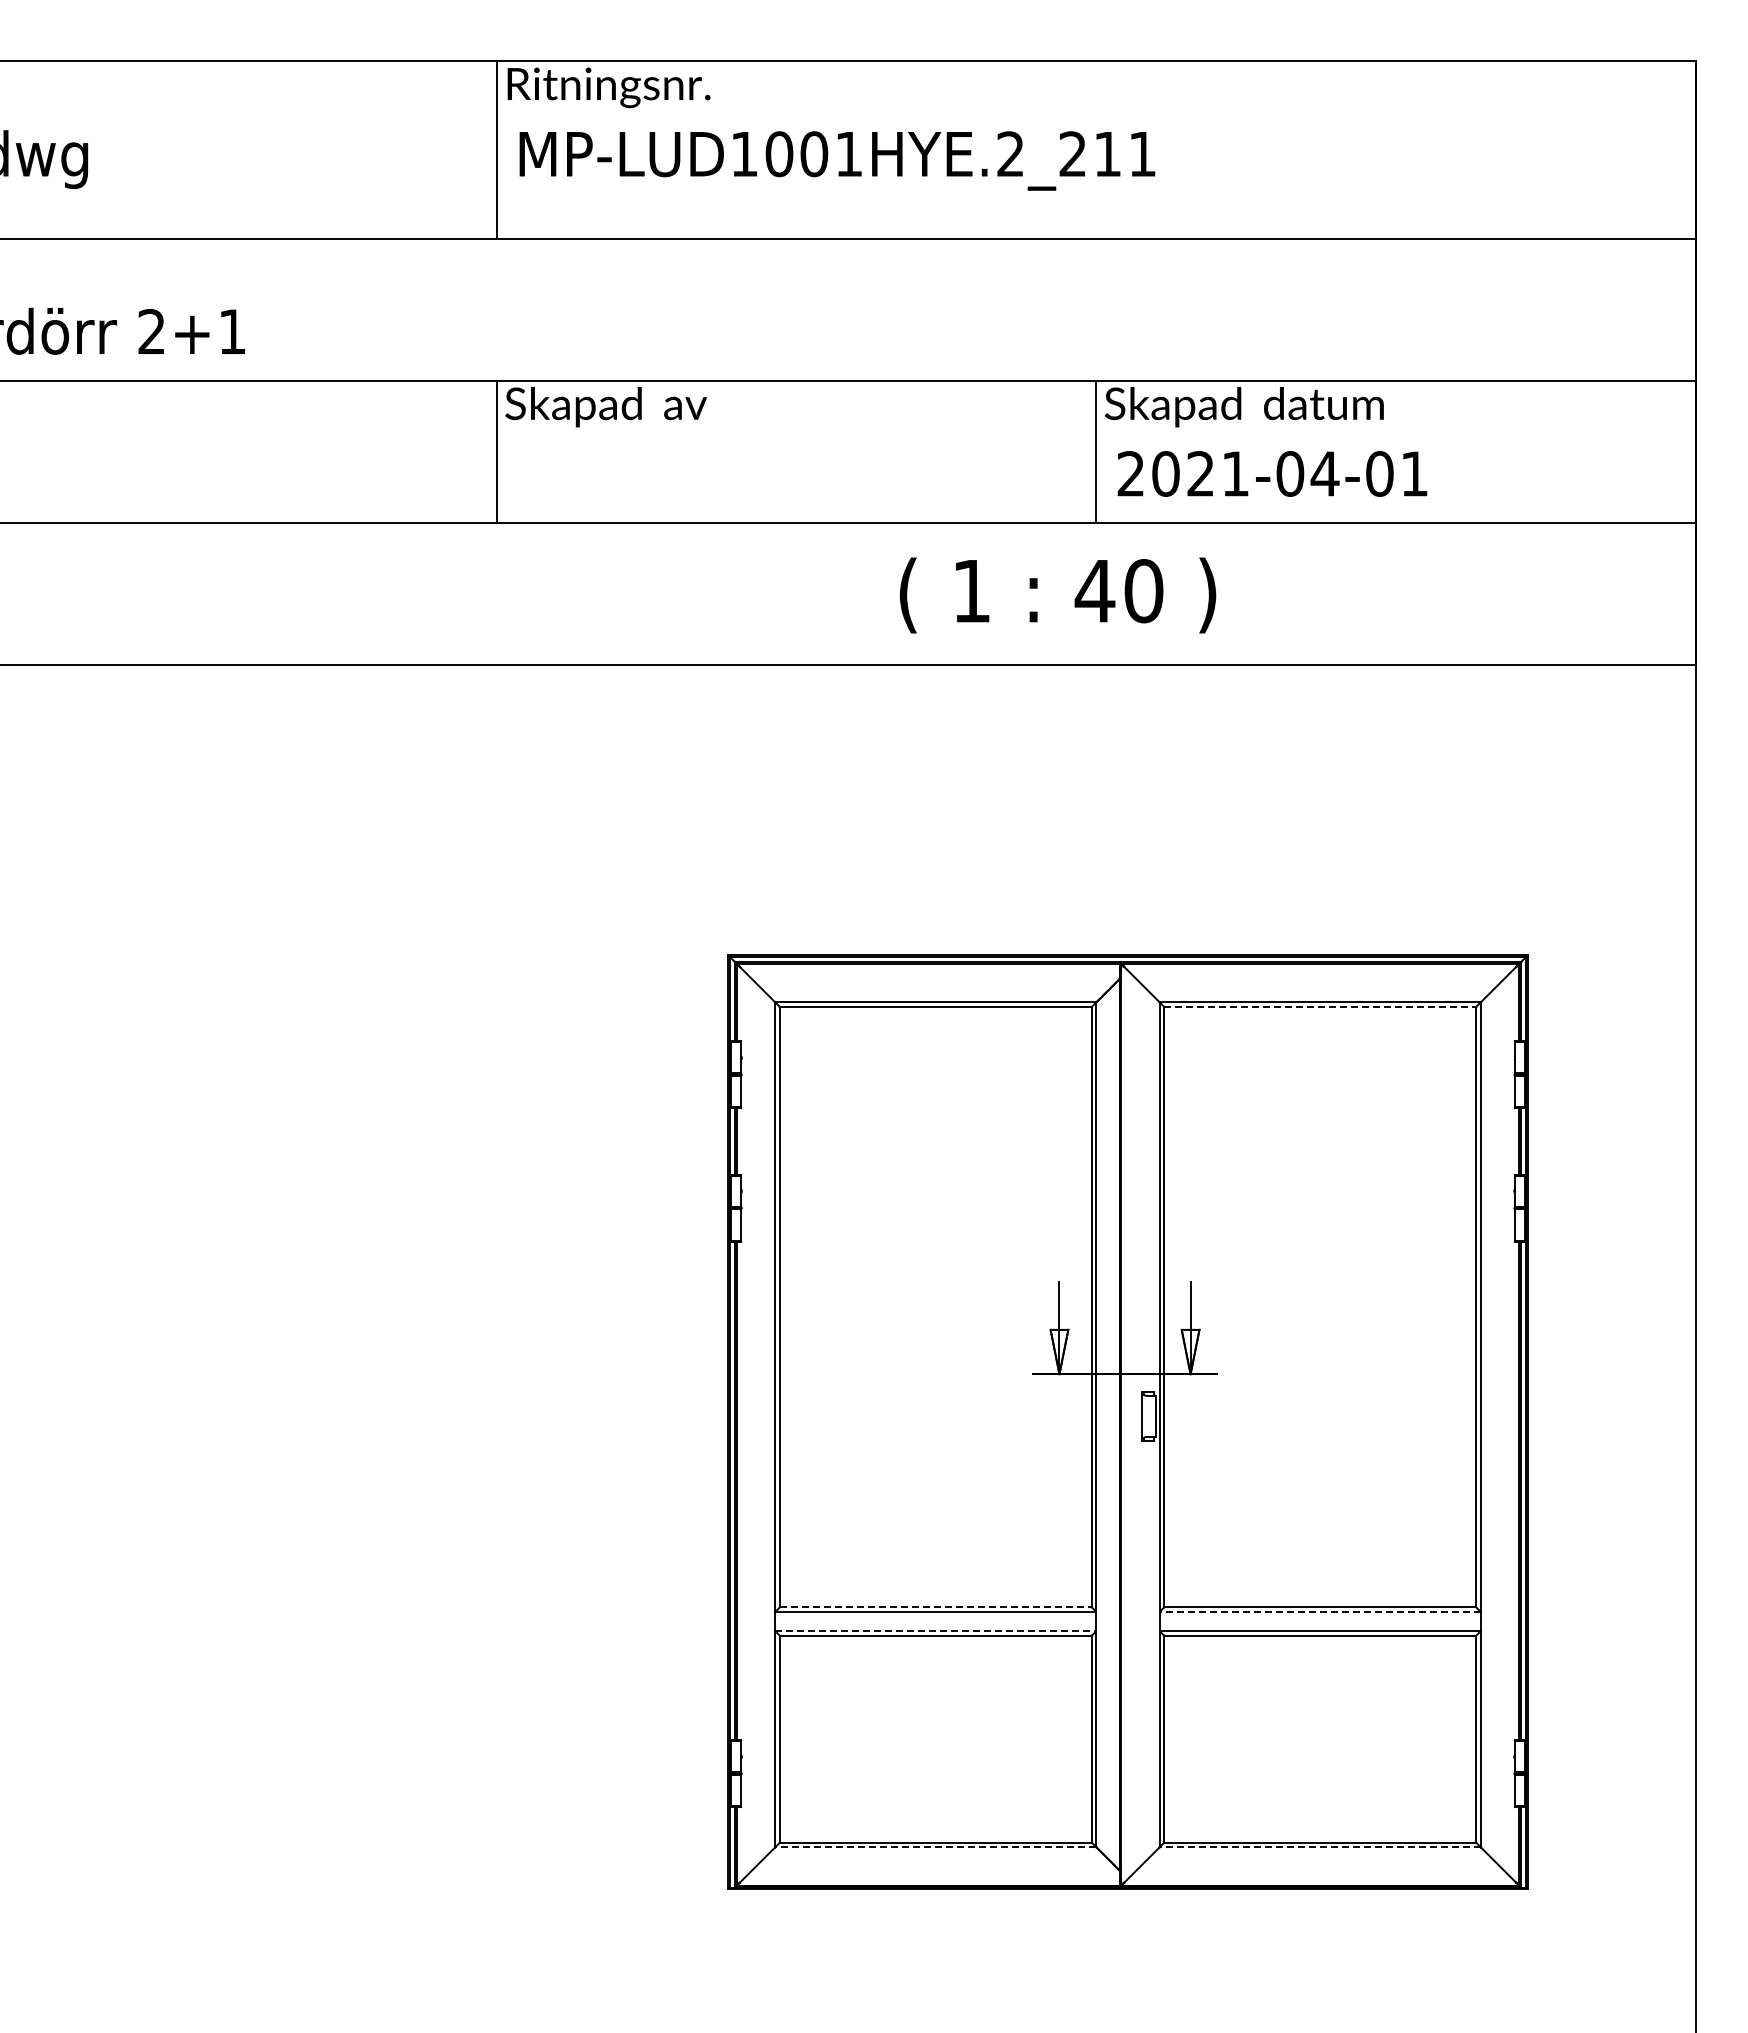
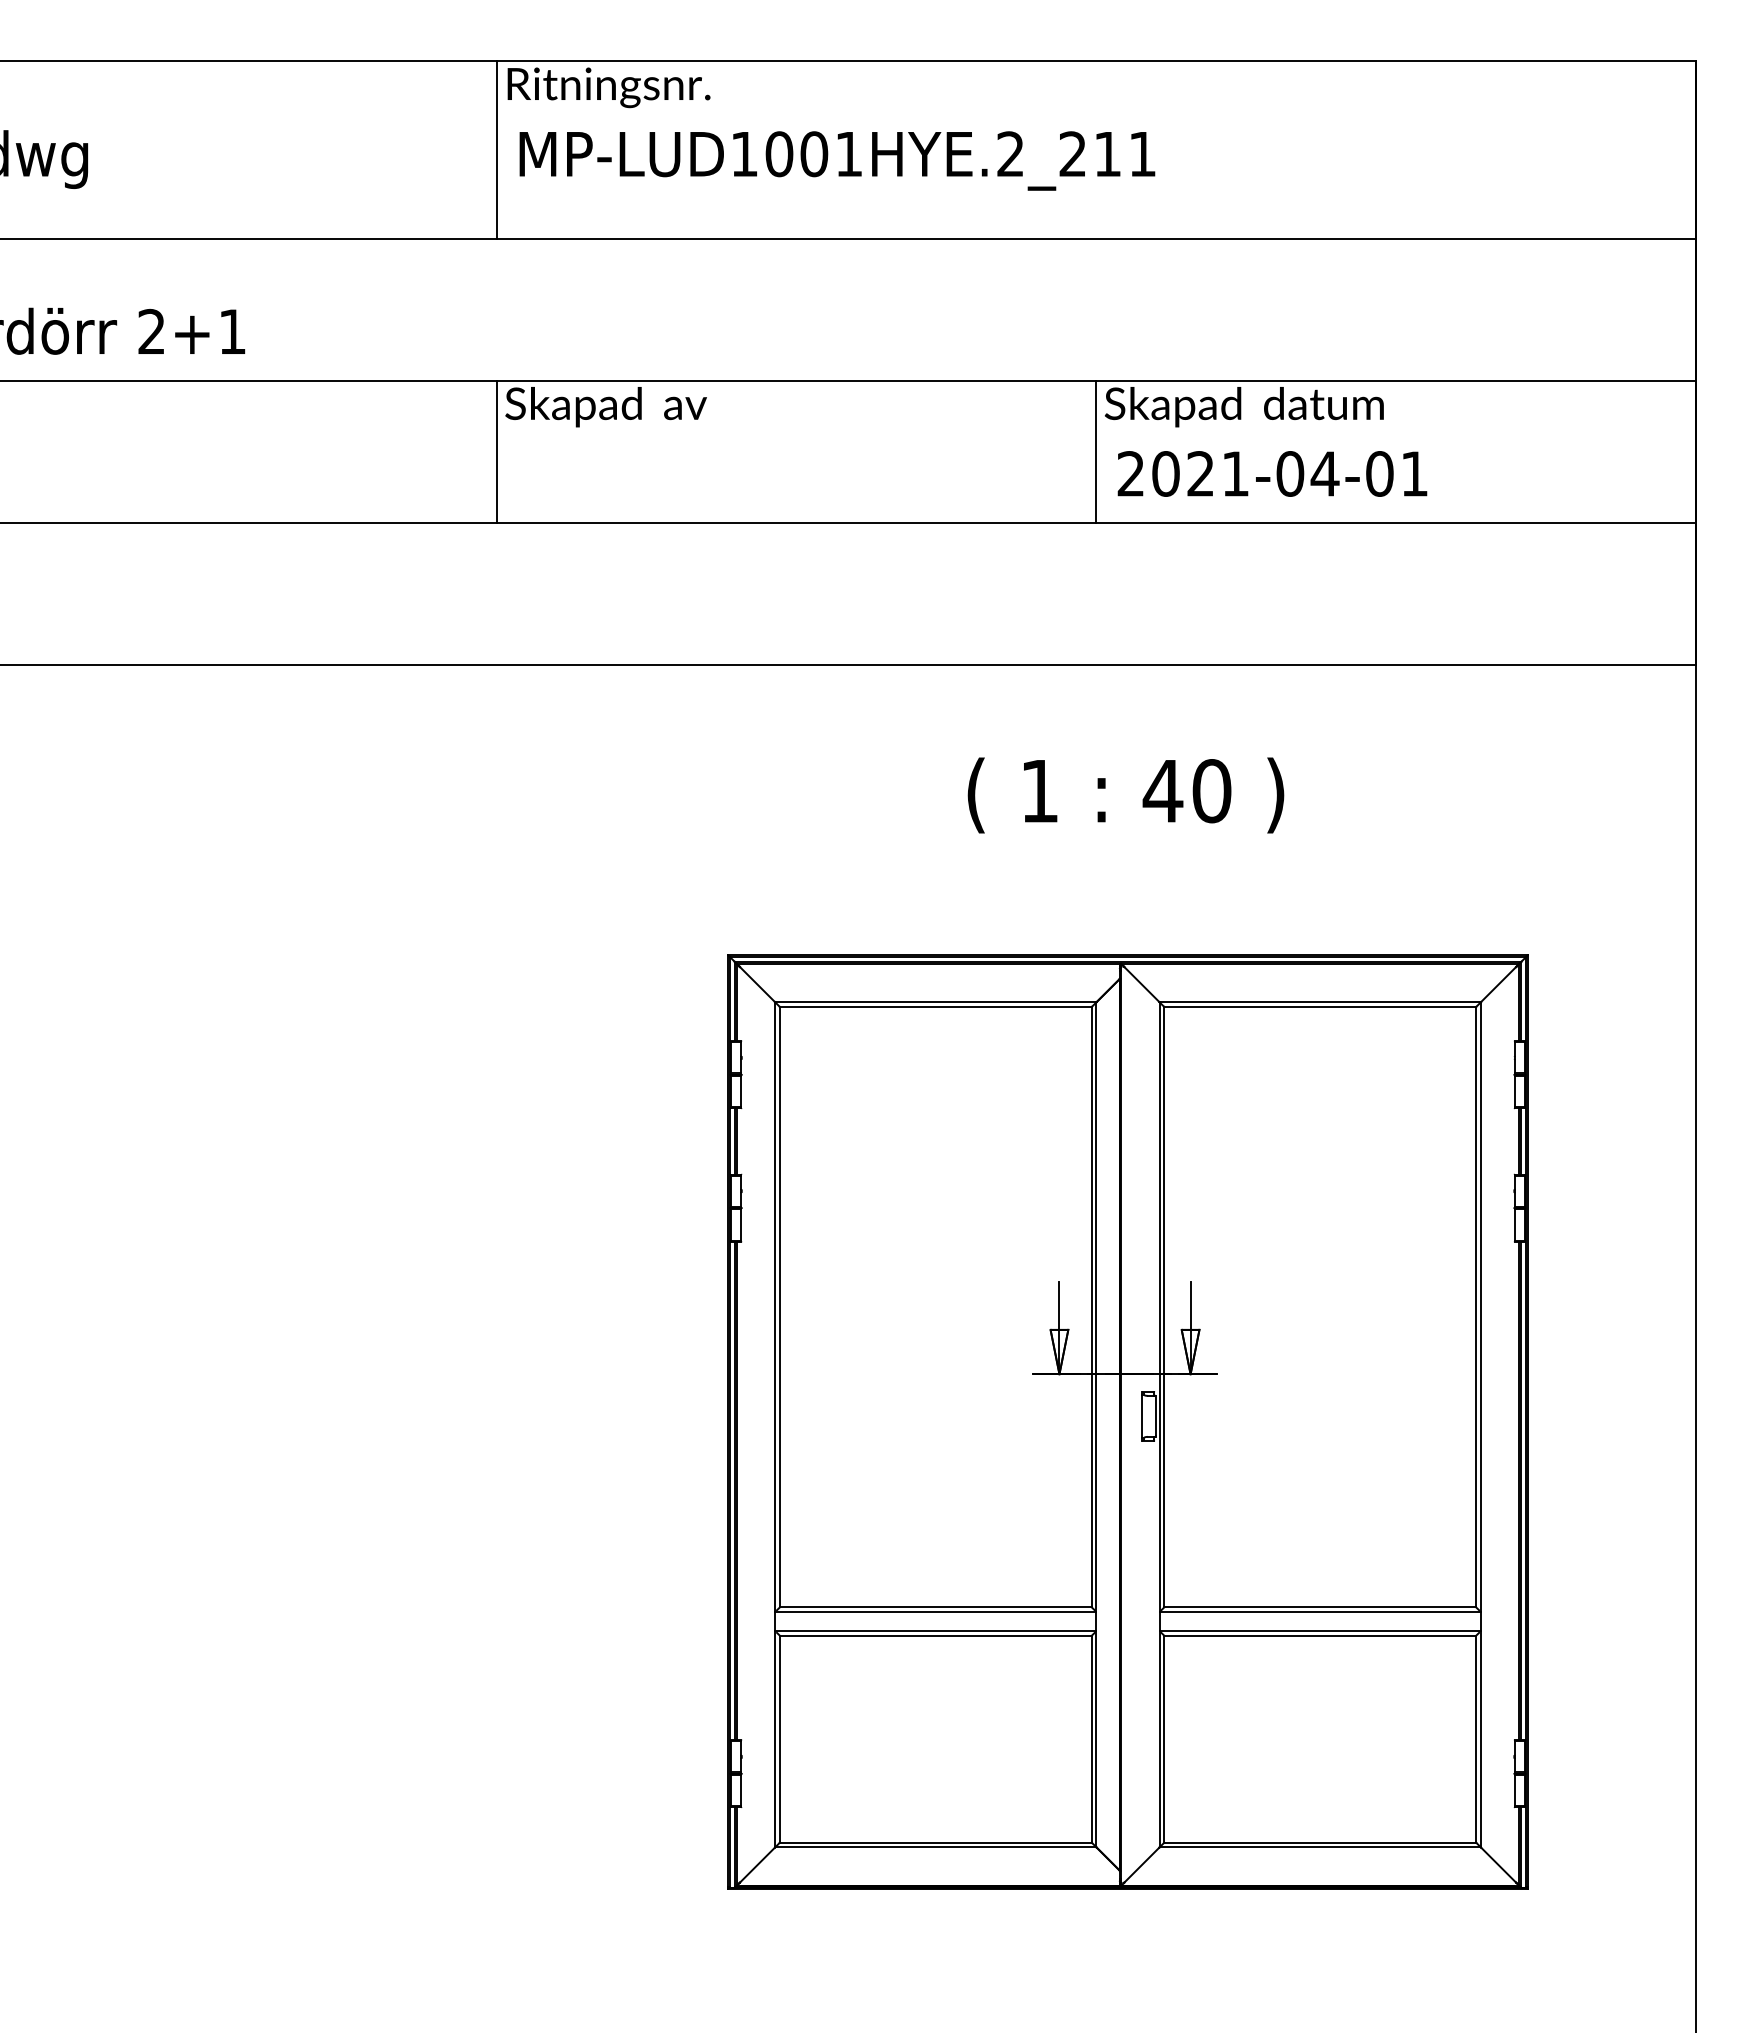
text at (1057, 595) position: (1057, 595) -> (1125, 795)
line at (1320, 1006): dashed -> solid
line at (935, 1607): dashed -> solid
line at (1320, 1612): dashed -> solid
line at (935, 1631): dashed -> solid
line at (935, 1847): dashed -> solid
line at (1320, 1847): dashed -> solid
